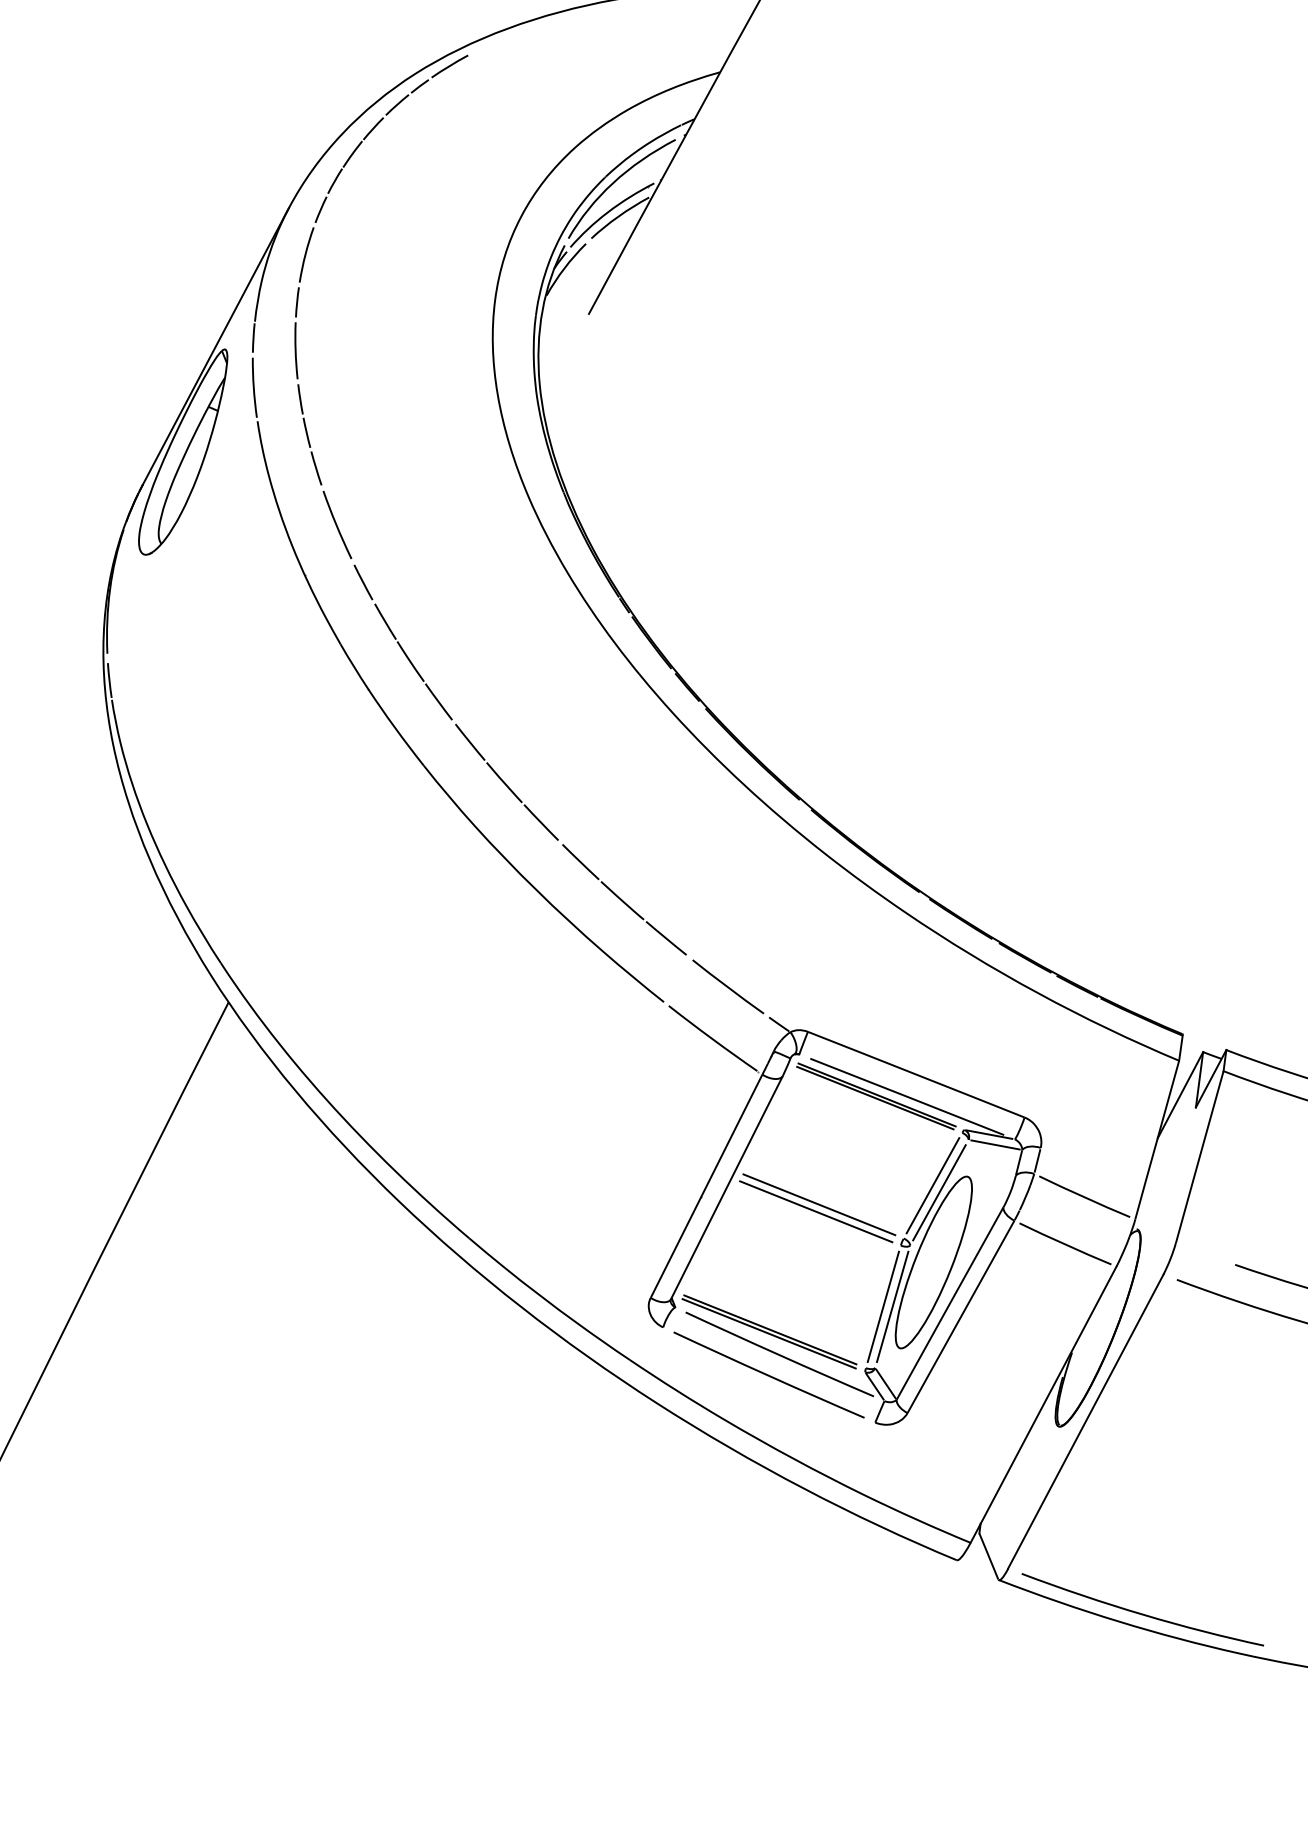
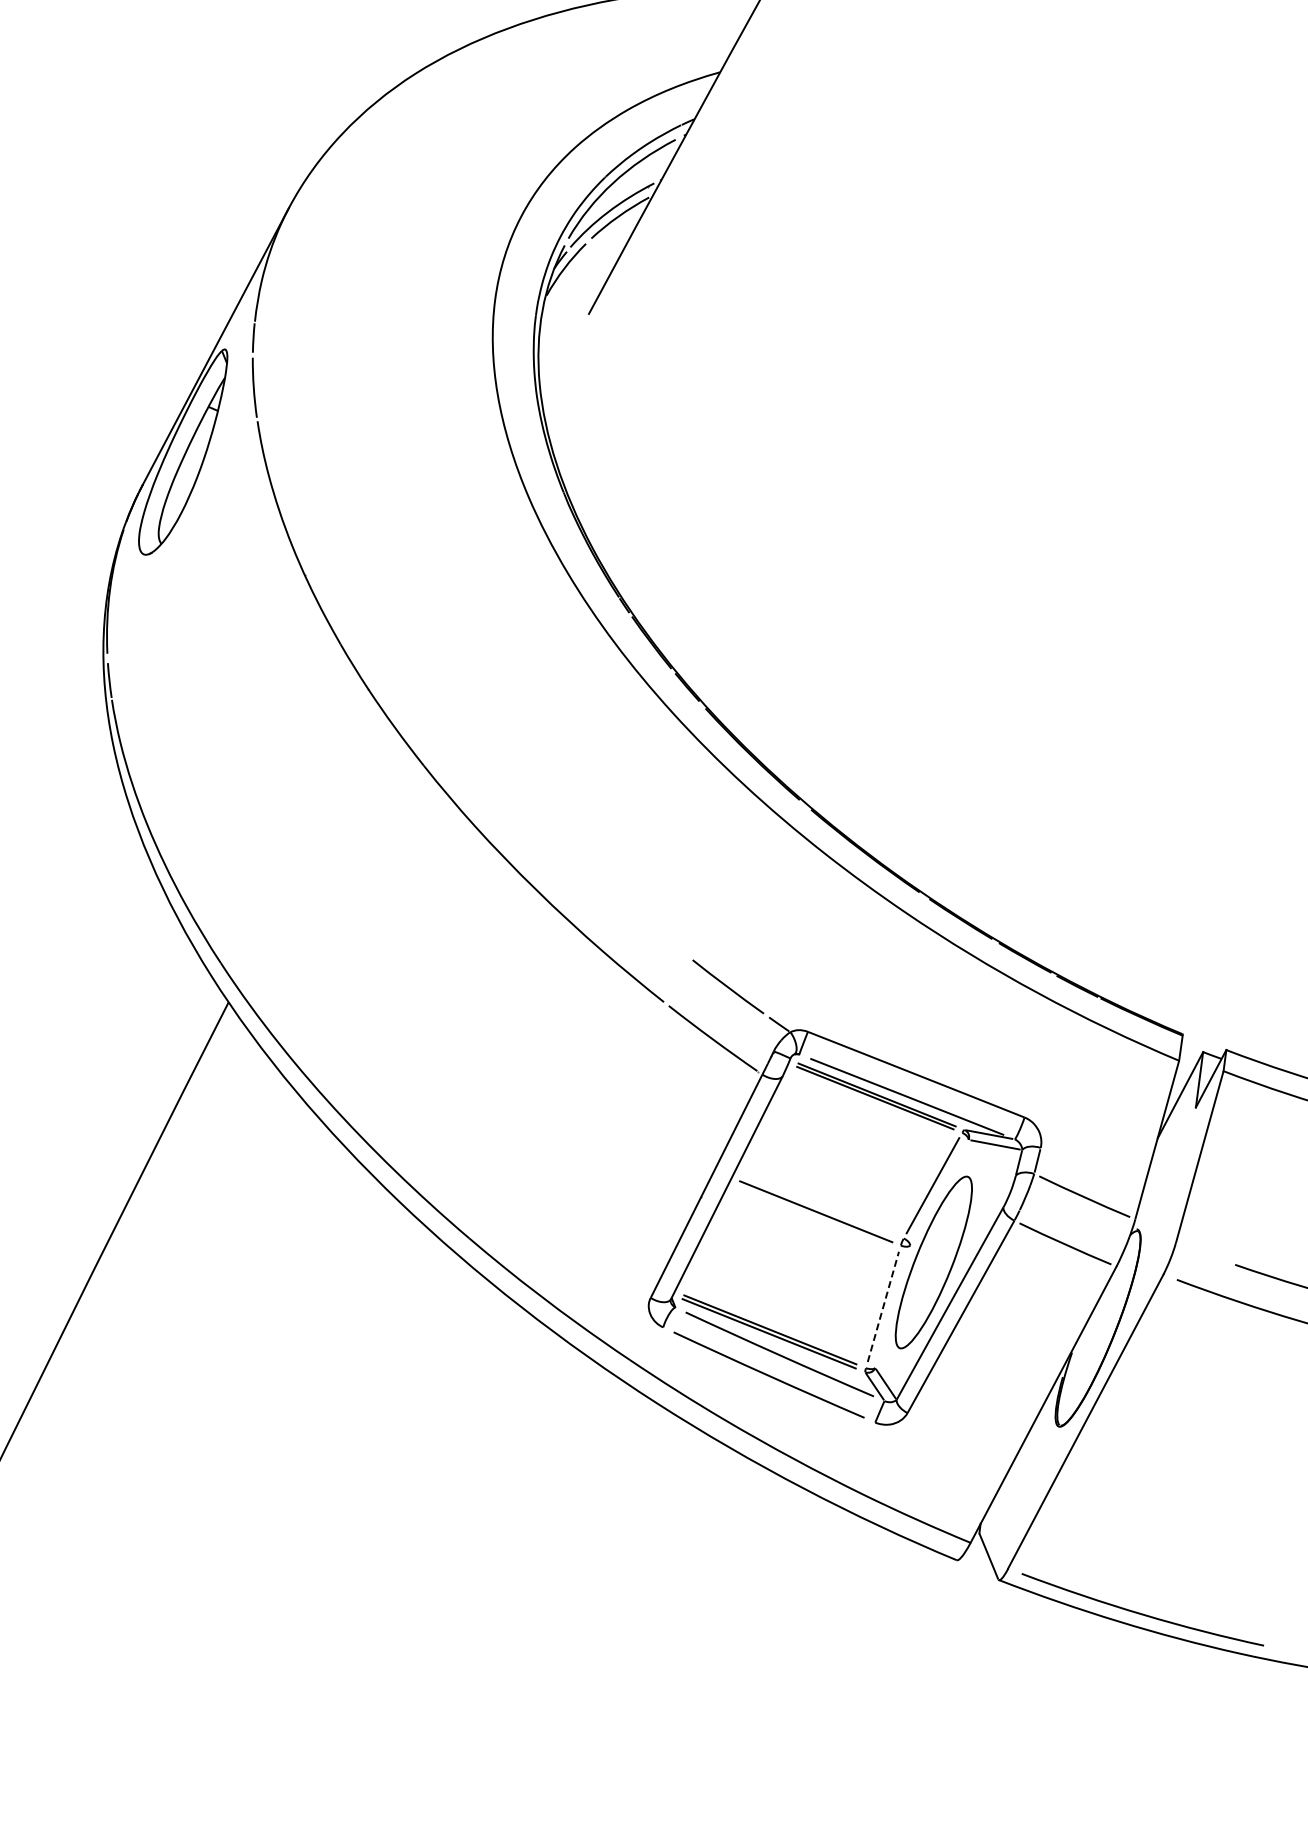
part at (358, 570): present -> none
line at (939, 1192): present -> none
line at (819, 1204): present -> none
line at (883, 1306): solid -> dashed
line at (892, 1306): present -> none
